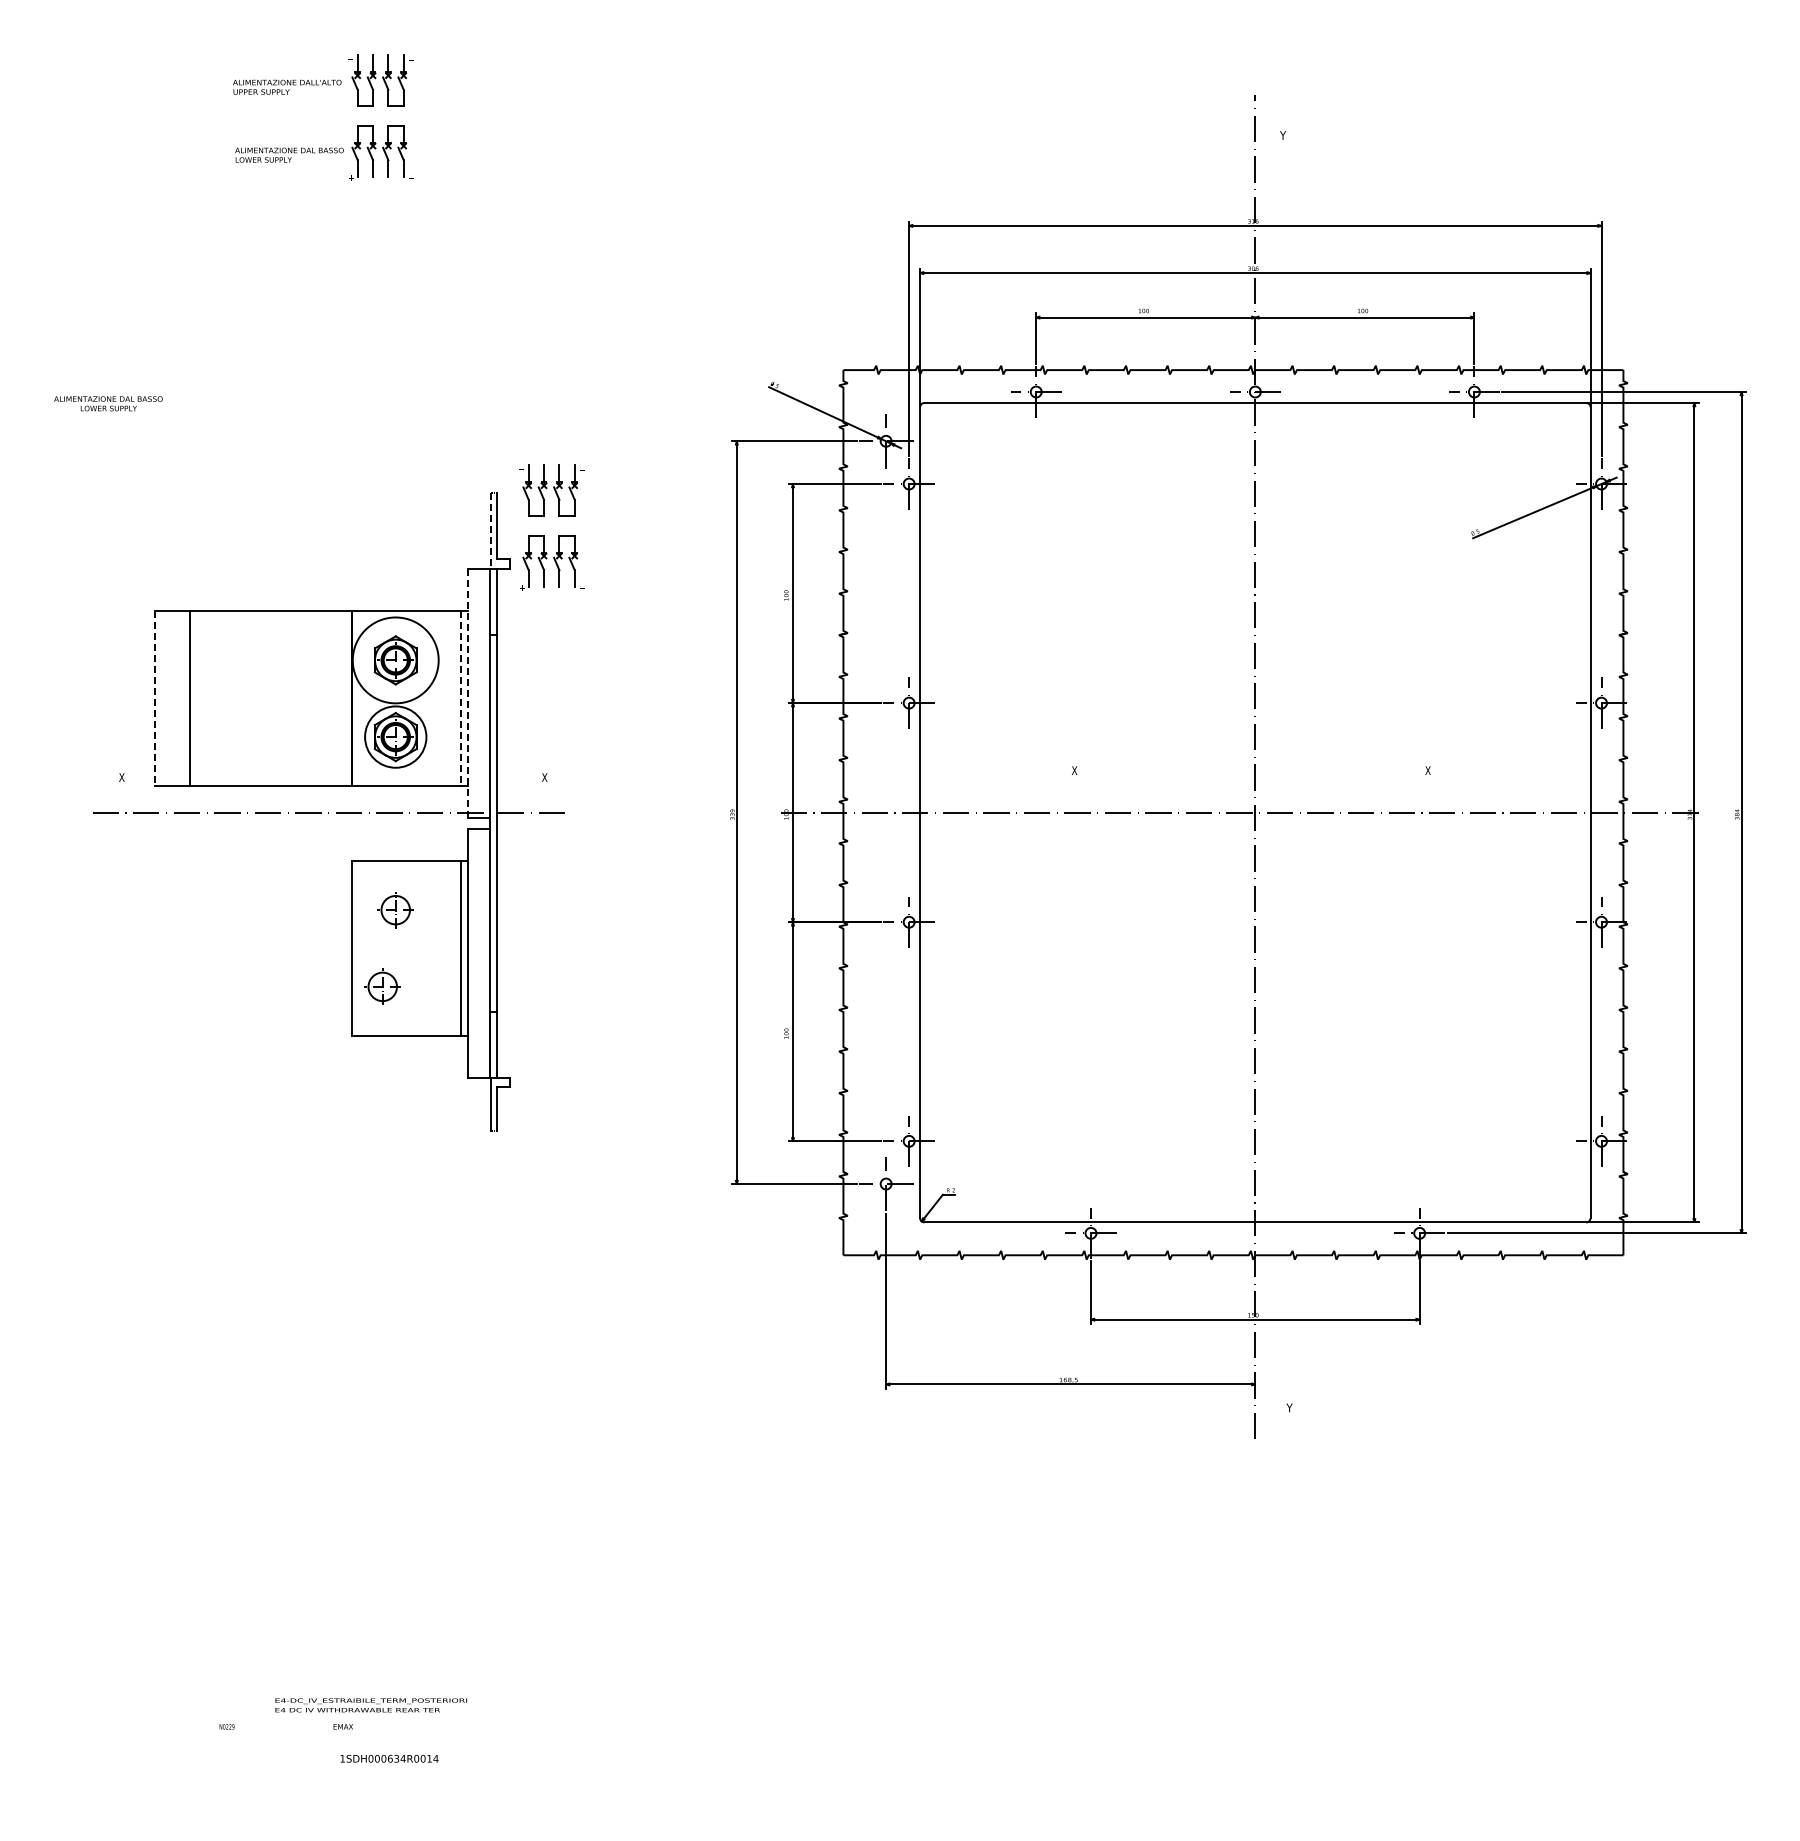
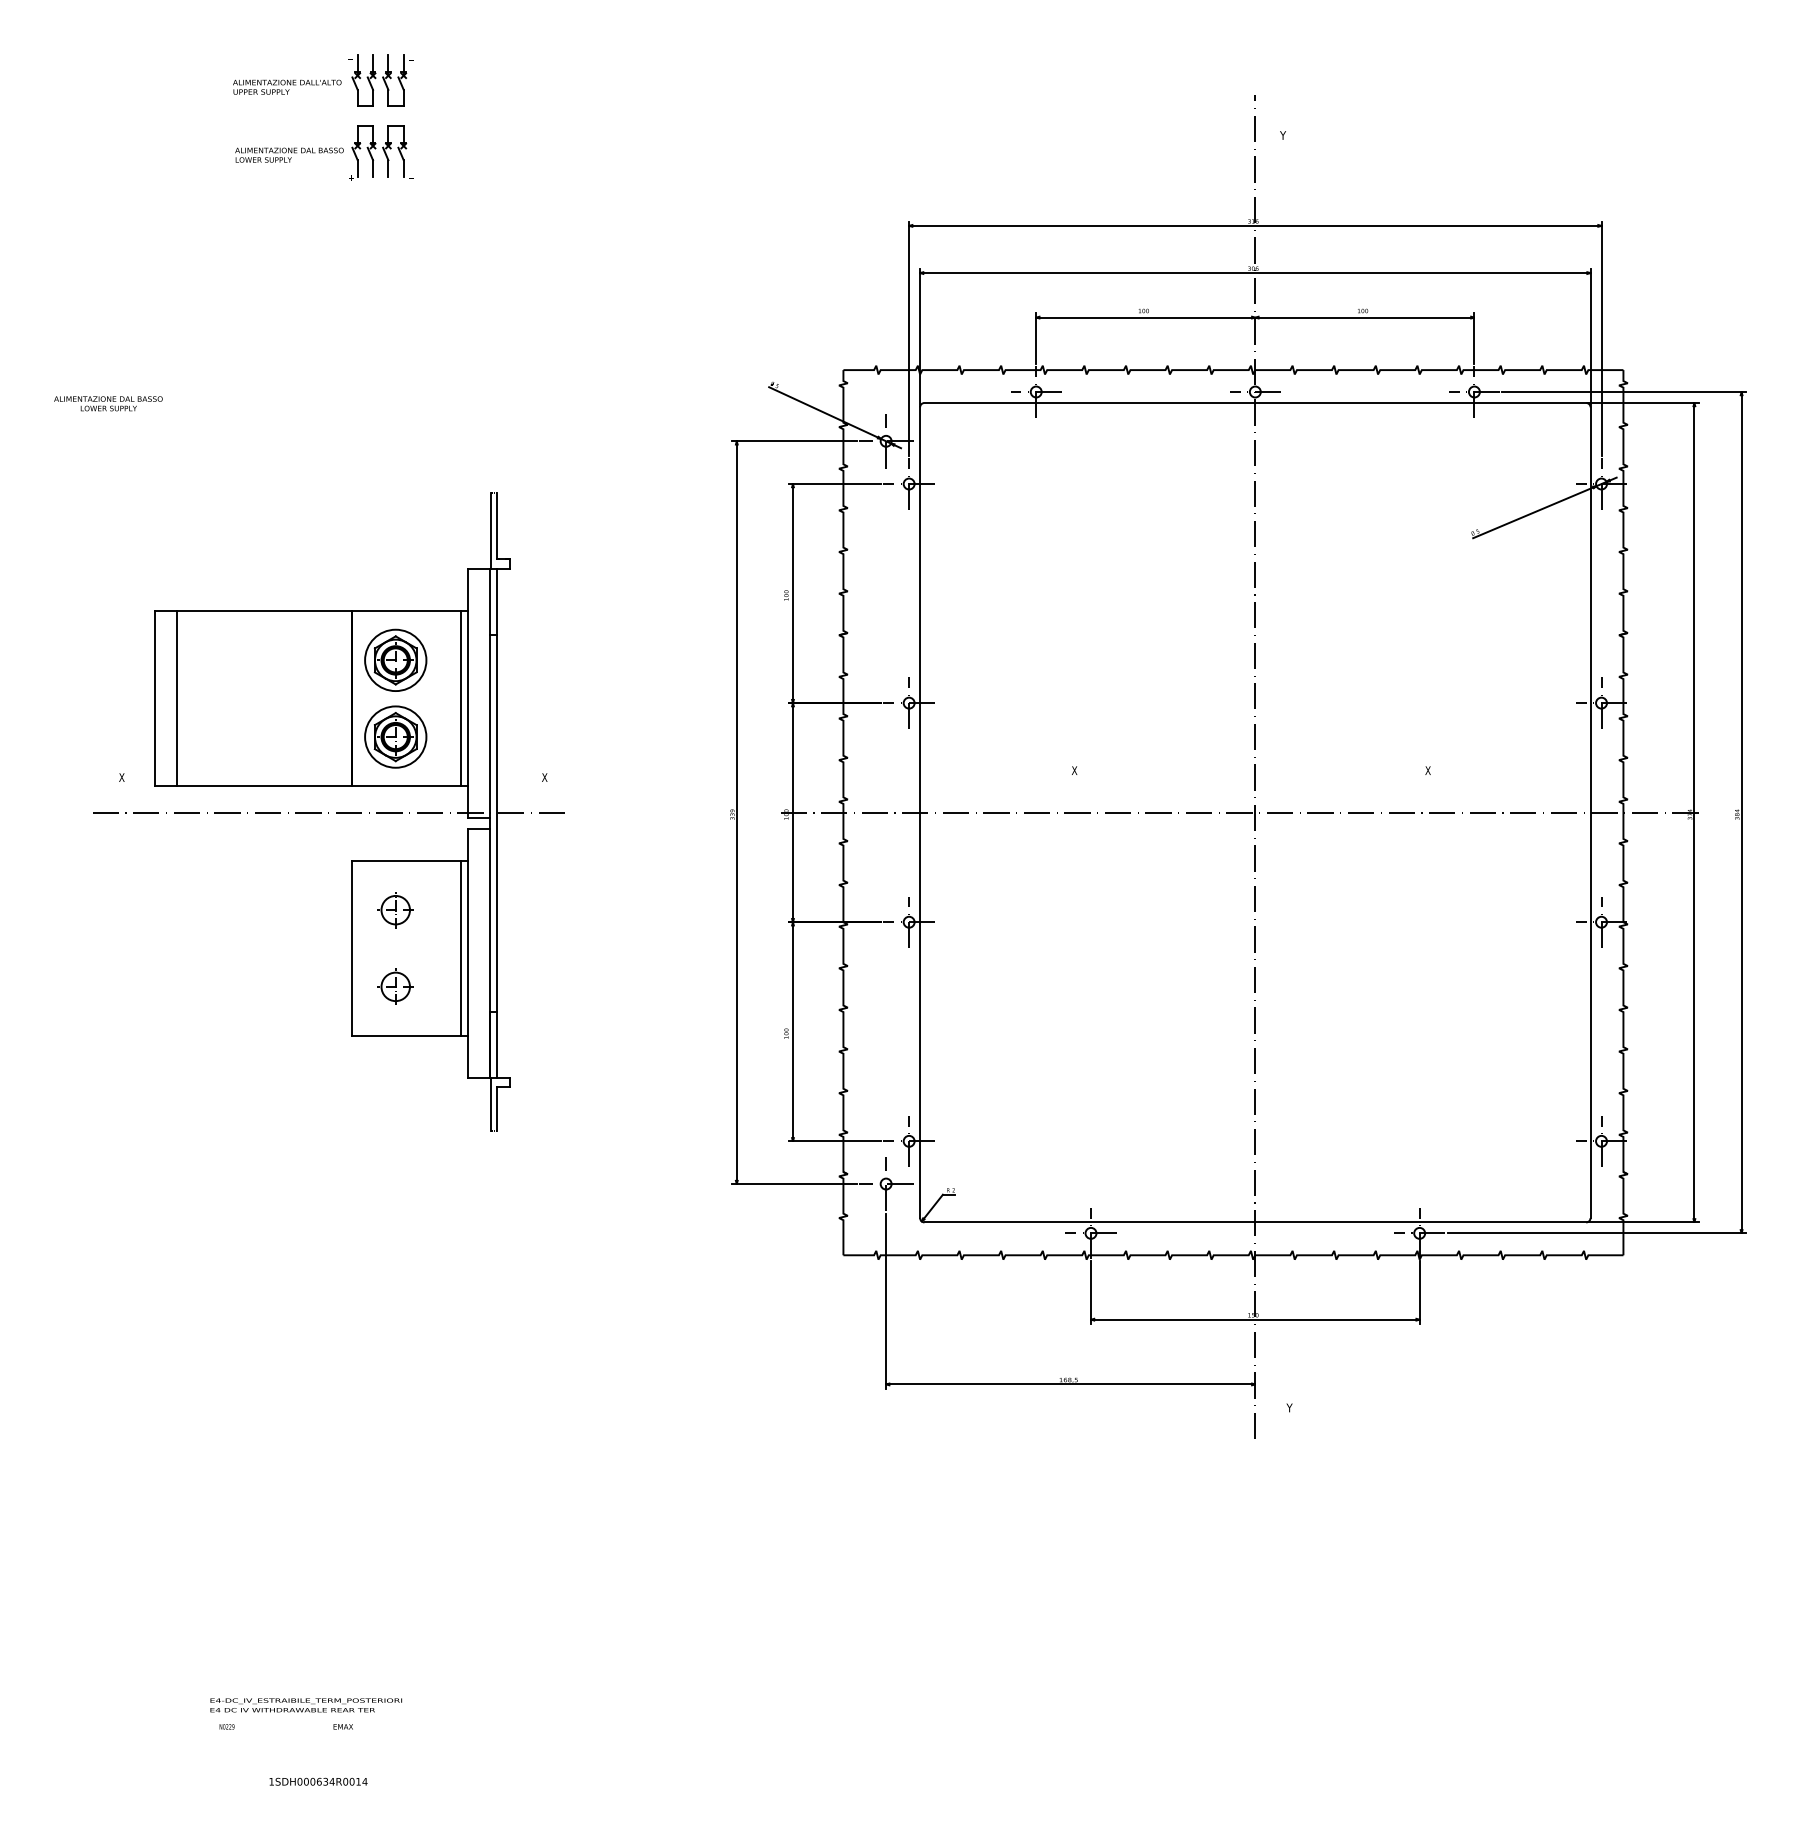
line at (491, 531): dashed -> solid
part at (544, 535): present -> none
circle at (395, 660) diameter: 86 px -> 61 px
line at (468, 694): dashed -> solid
line at (154, 698): dashed -> solid
line at (189, 698) position: (189, 698) -> (176, 698)
line at (461, 698): dashed -> solid
part at (382, 986) position: (382, 986) -> (395, 986)
text at (370, 1705) position: (370, 1705) -> (305, 1705)
text at (389, 1758) position: (389, 1758) -> (318, 1781)
